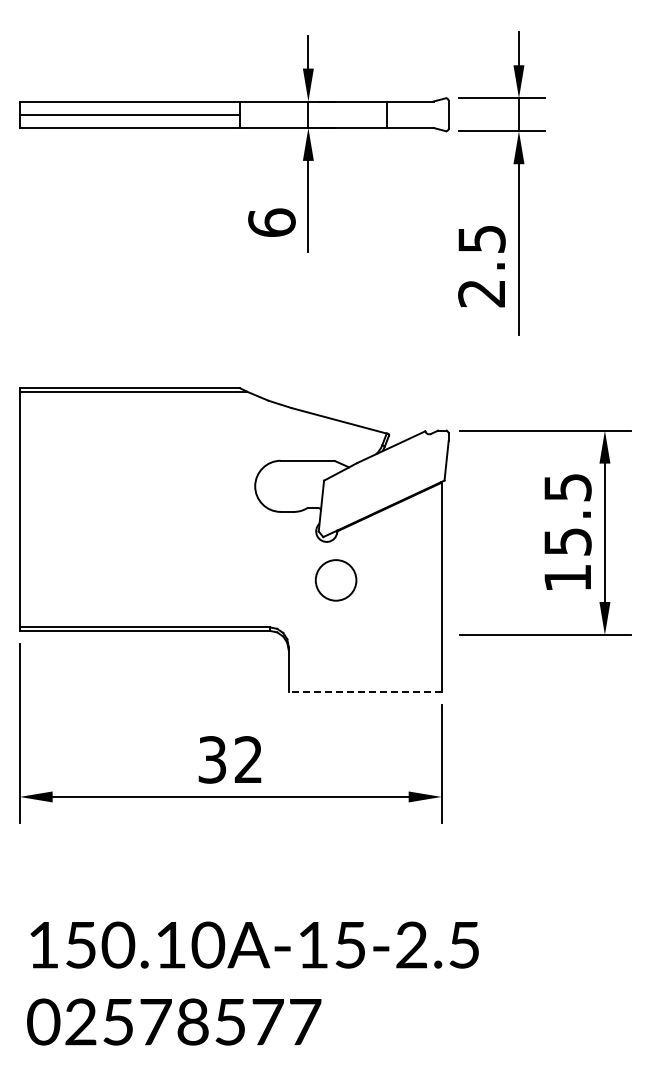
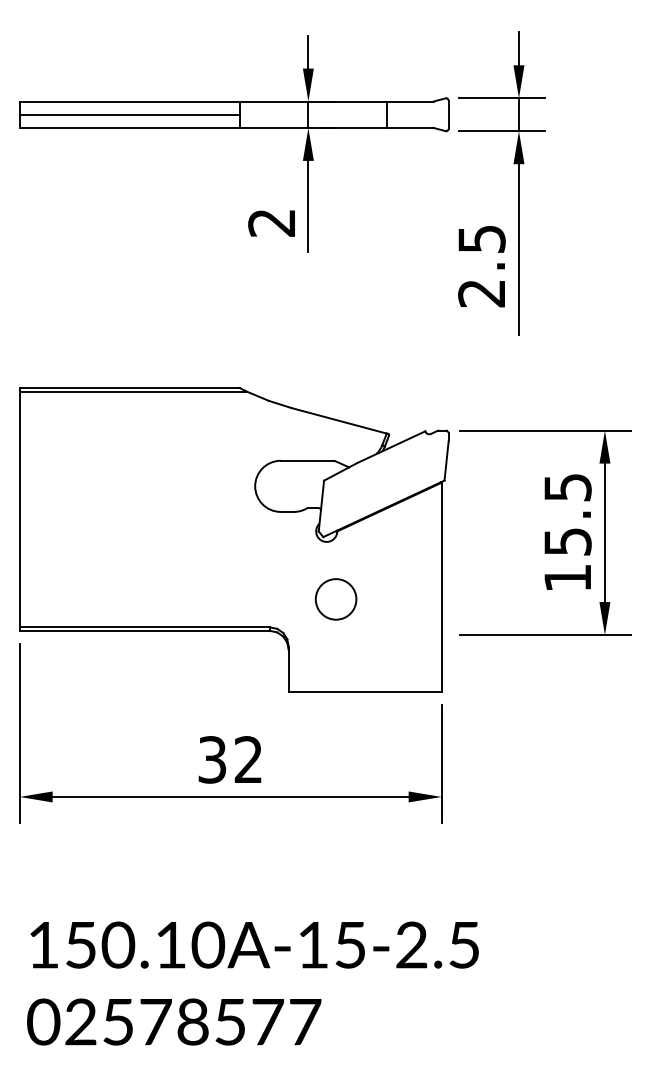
text at (271, 222): 6 -> 2
circle at (335, 580) position: (335, 580) -> (335, 599)
line at (364, 691): dashed -> solid
